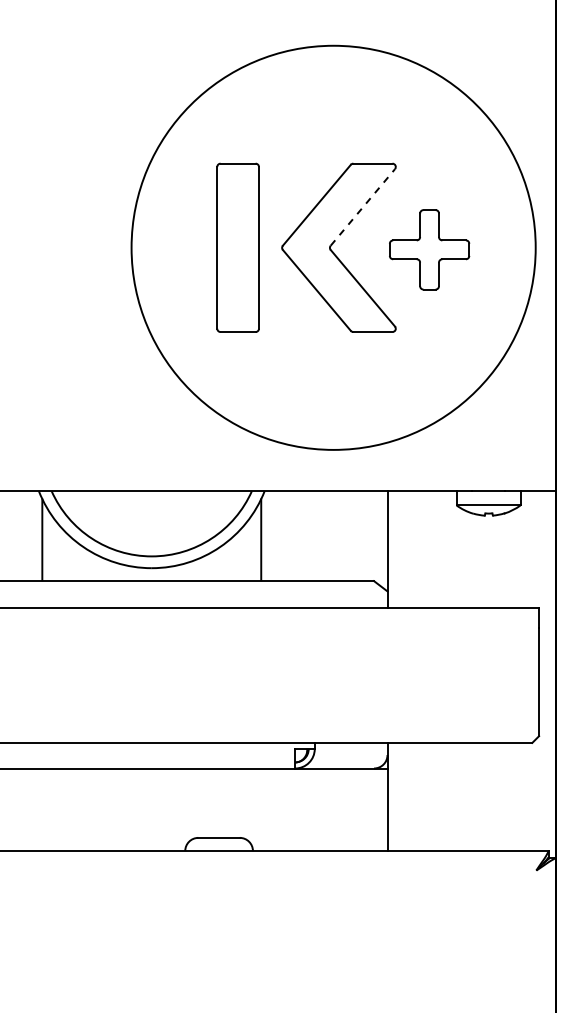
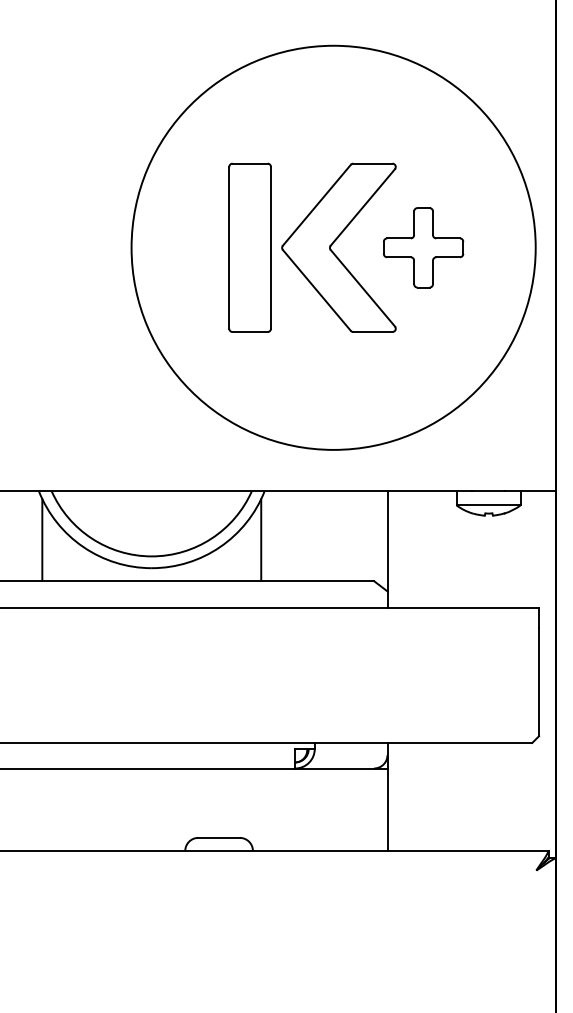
line at (362, 207): dashed -> solid
part at (237, 247) position: (237, 247) -> (249, 247)
part at (429, 249) position: (429, 249) -> (423, 247)
